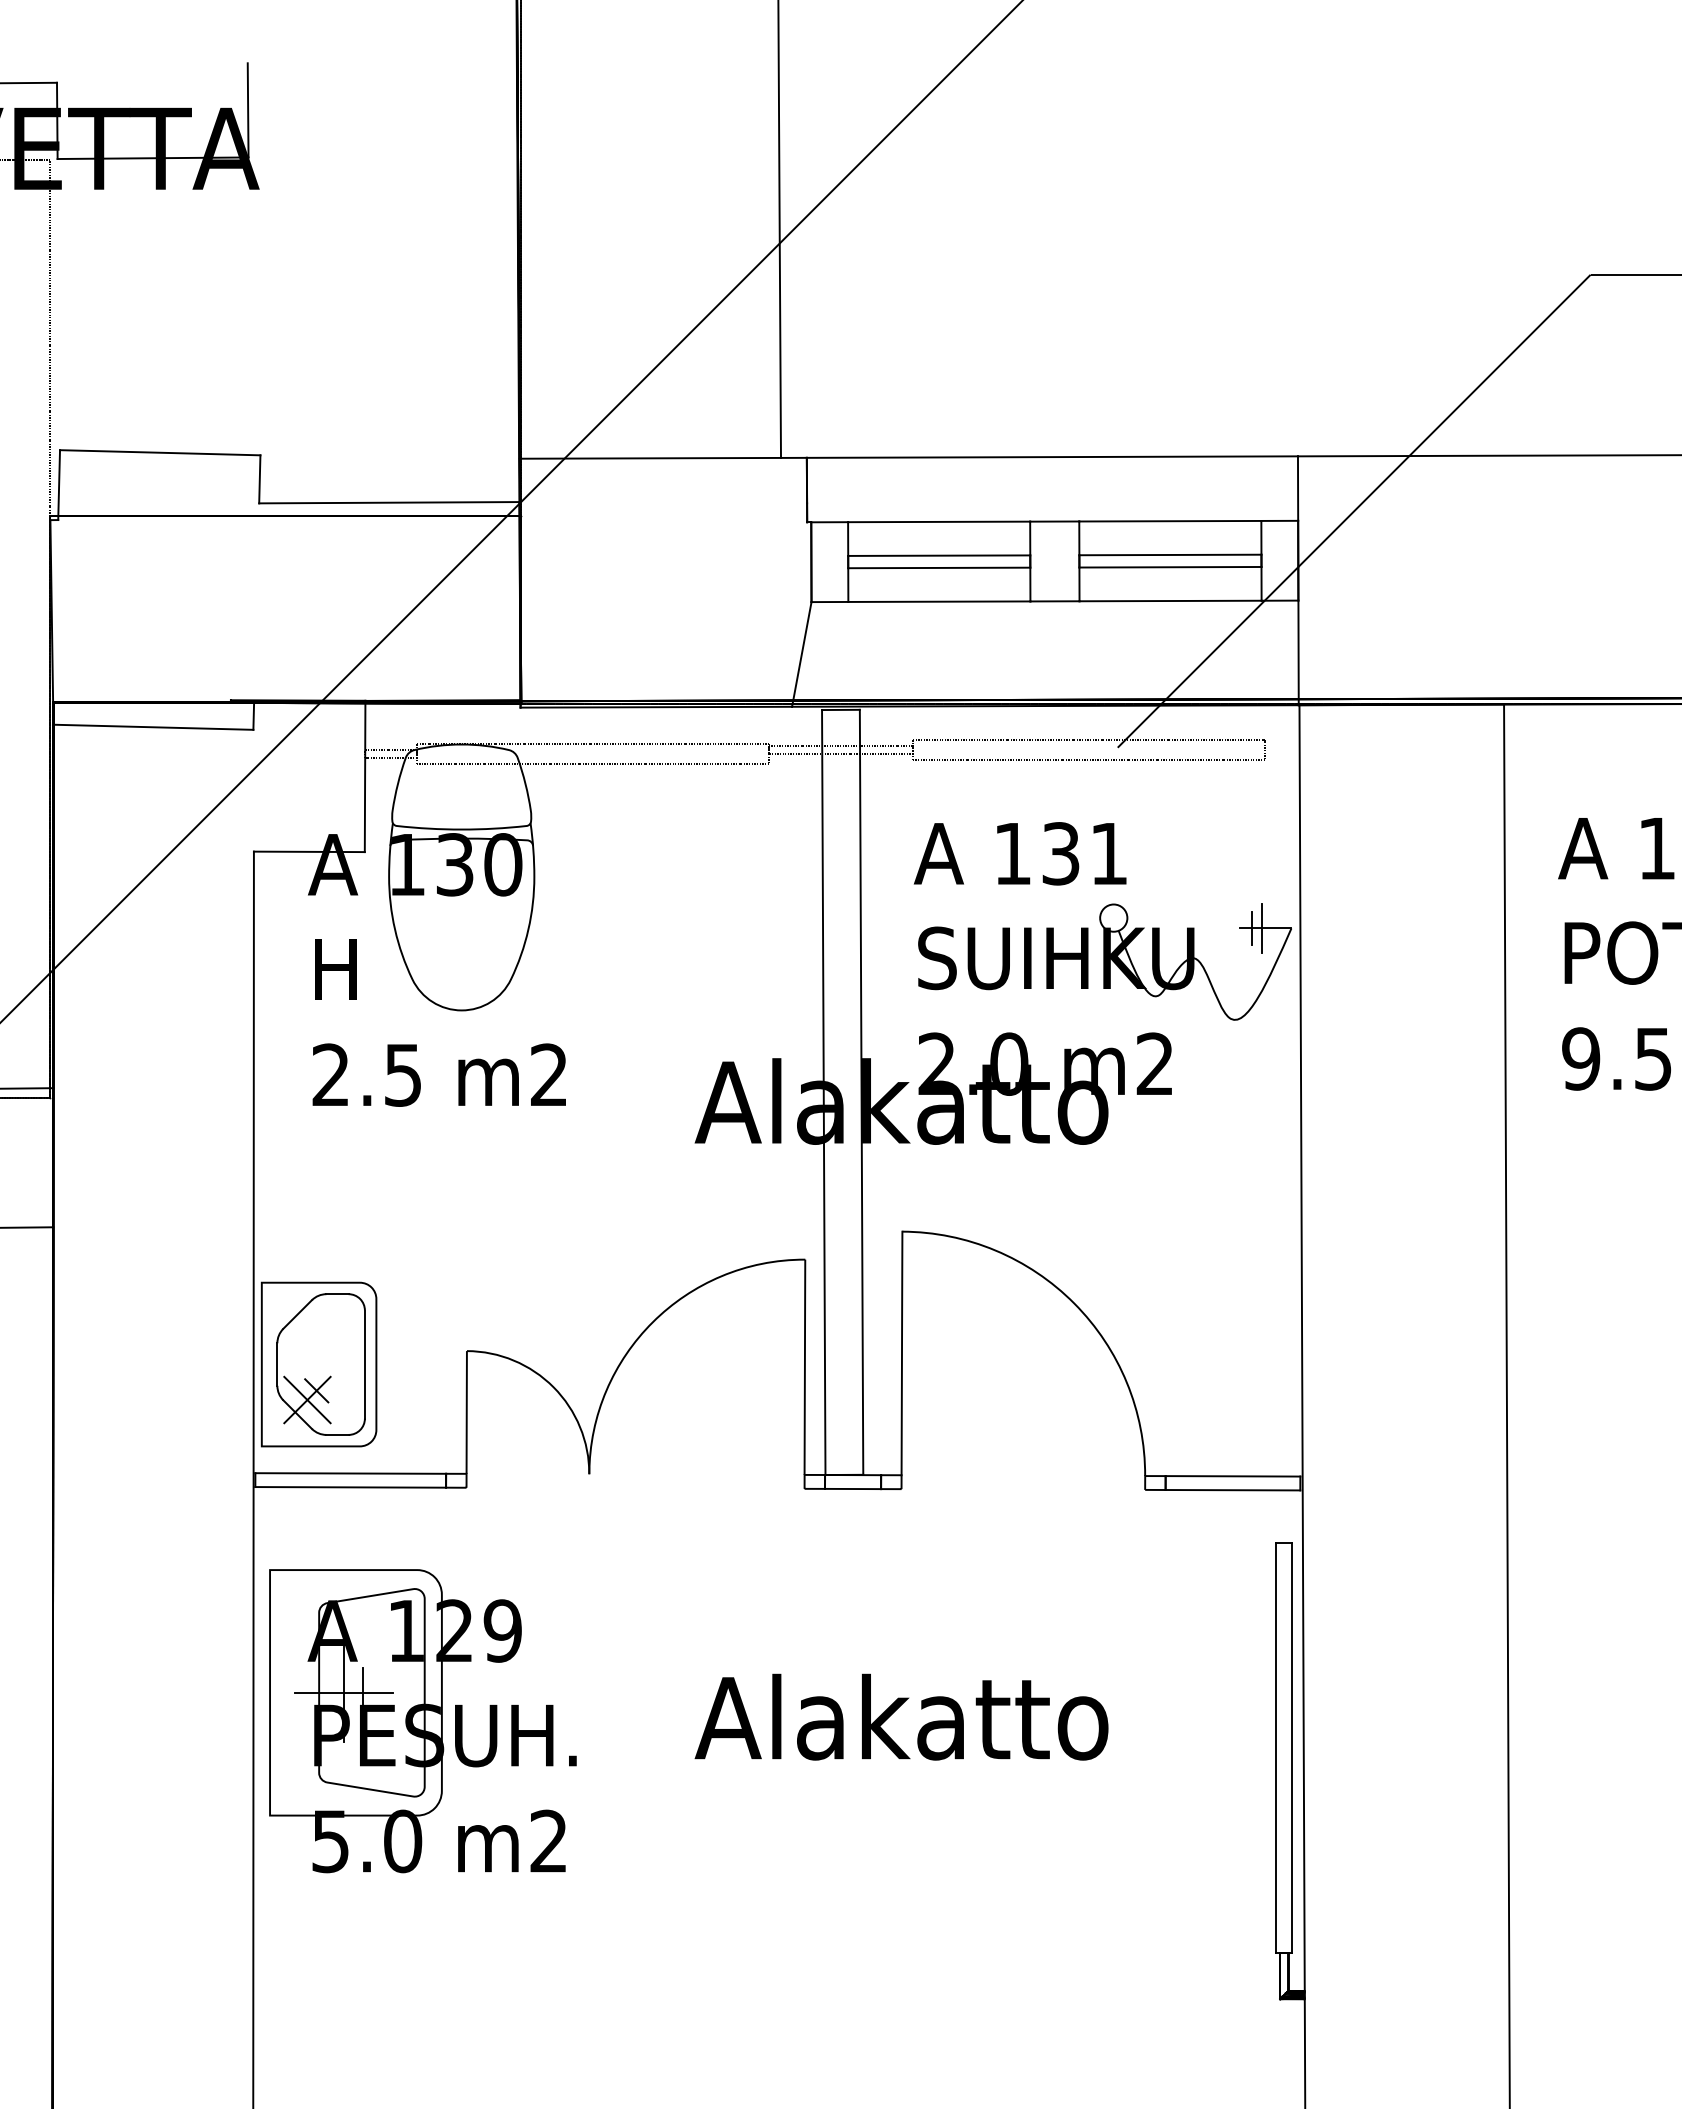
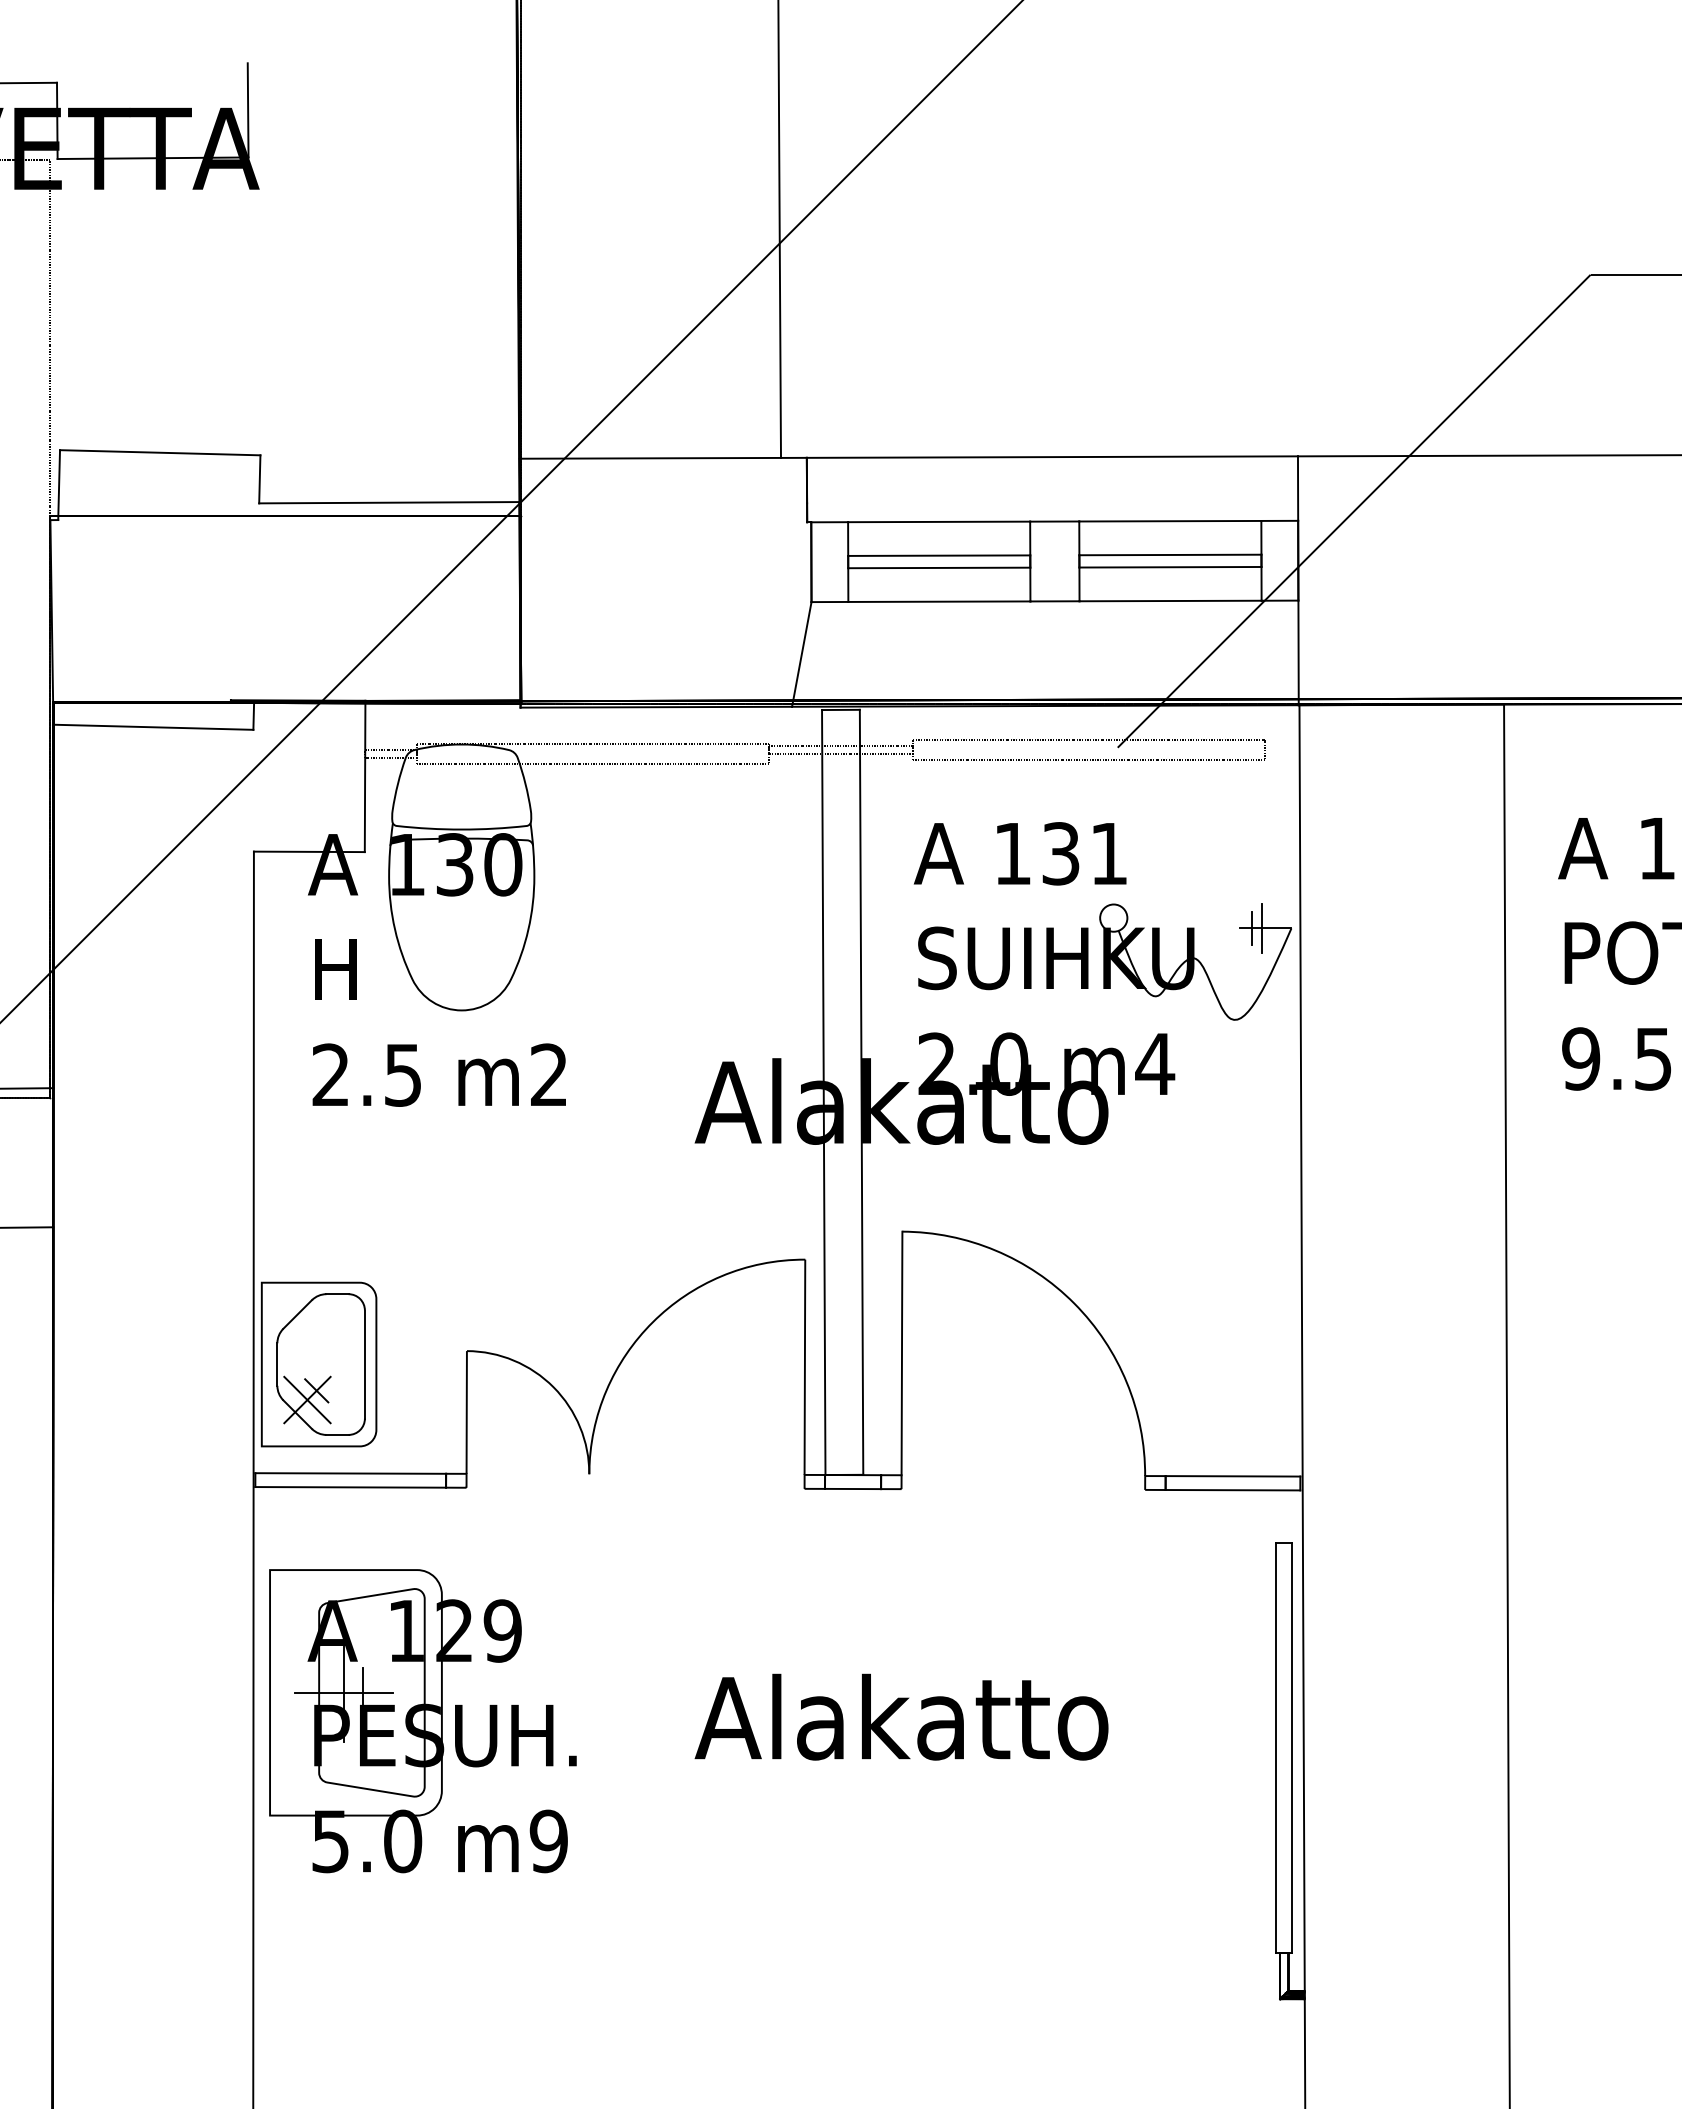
text at (1155, 1063): m2 -> m4
text at (548, 1841): m2 -> m9
